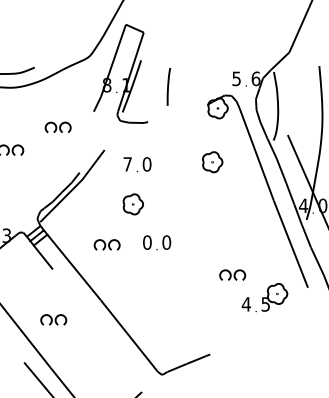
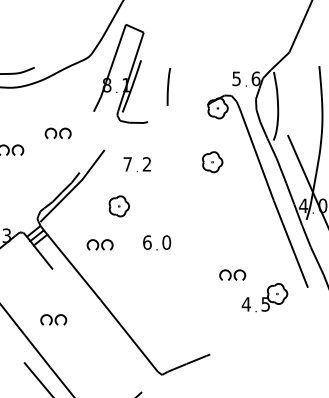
part at (57, 126) position: (57, 126) -> (57, 132)
text at (146, 164): 0 -> 2
part at (132, 204) position: (132, 204) -> (118, 206)
text at (147, 242): 0 -> 6
part at (106, 244) position: (106, 244) -> (99, 244)
